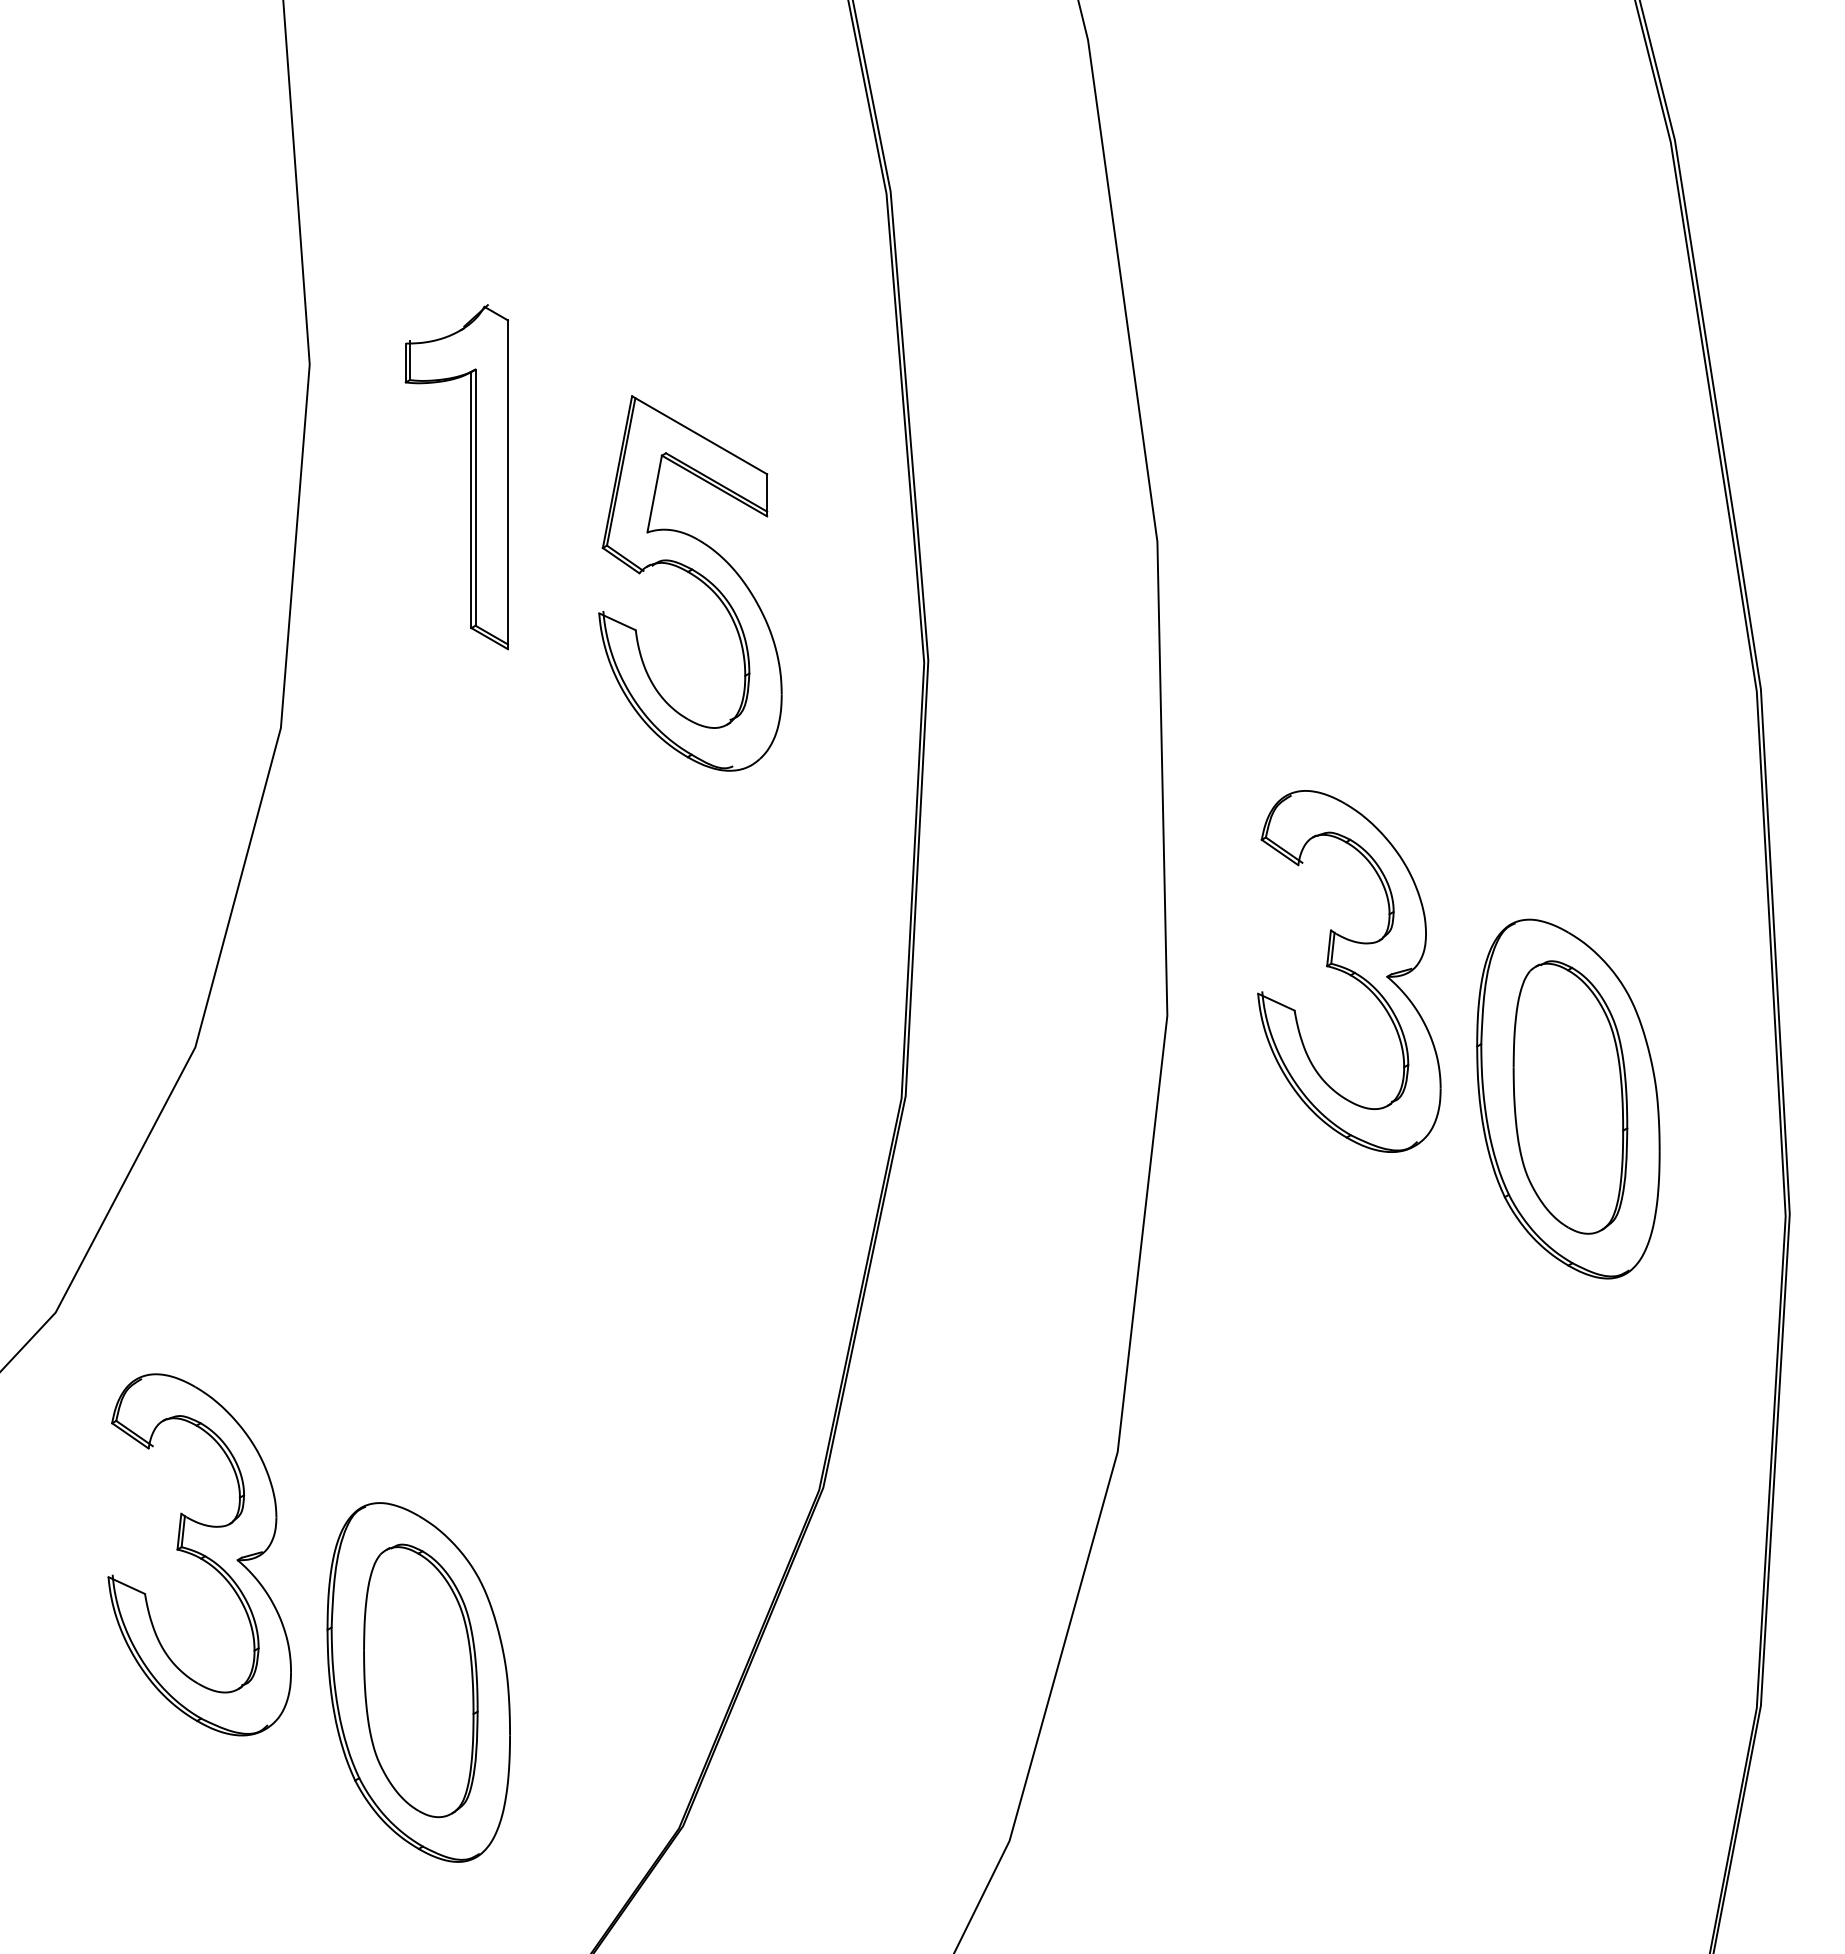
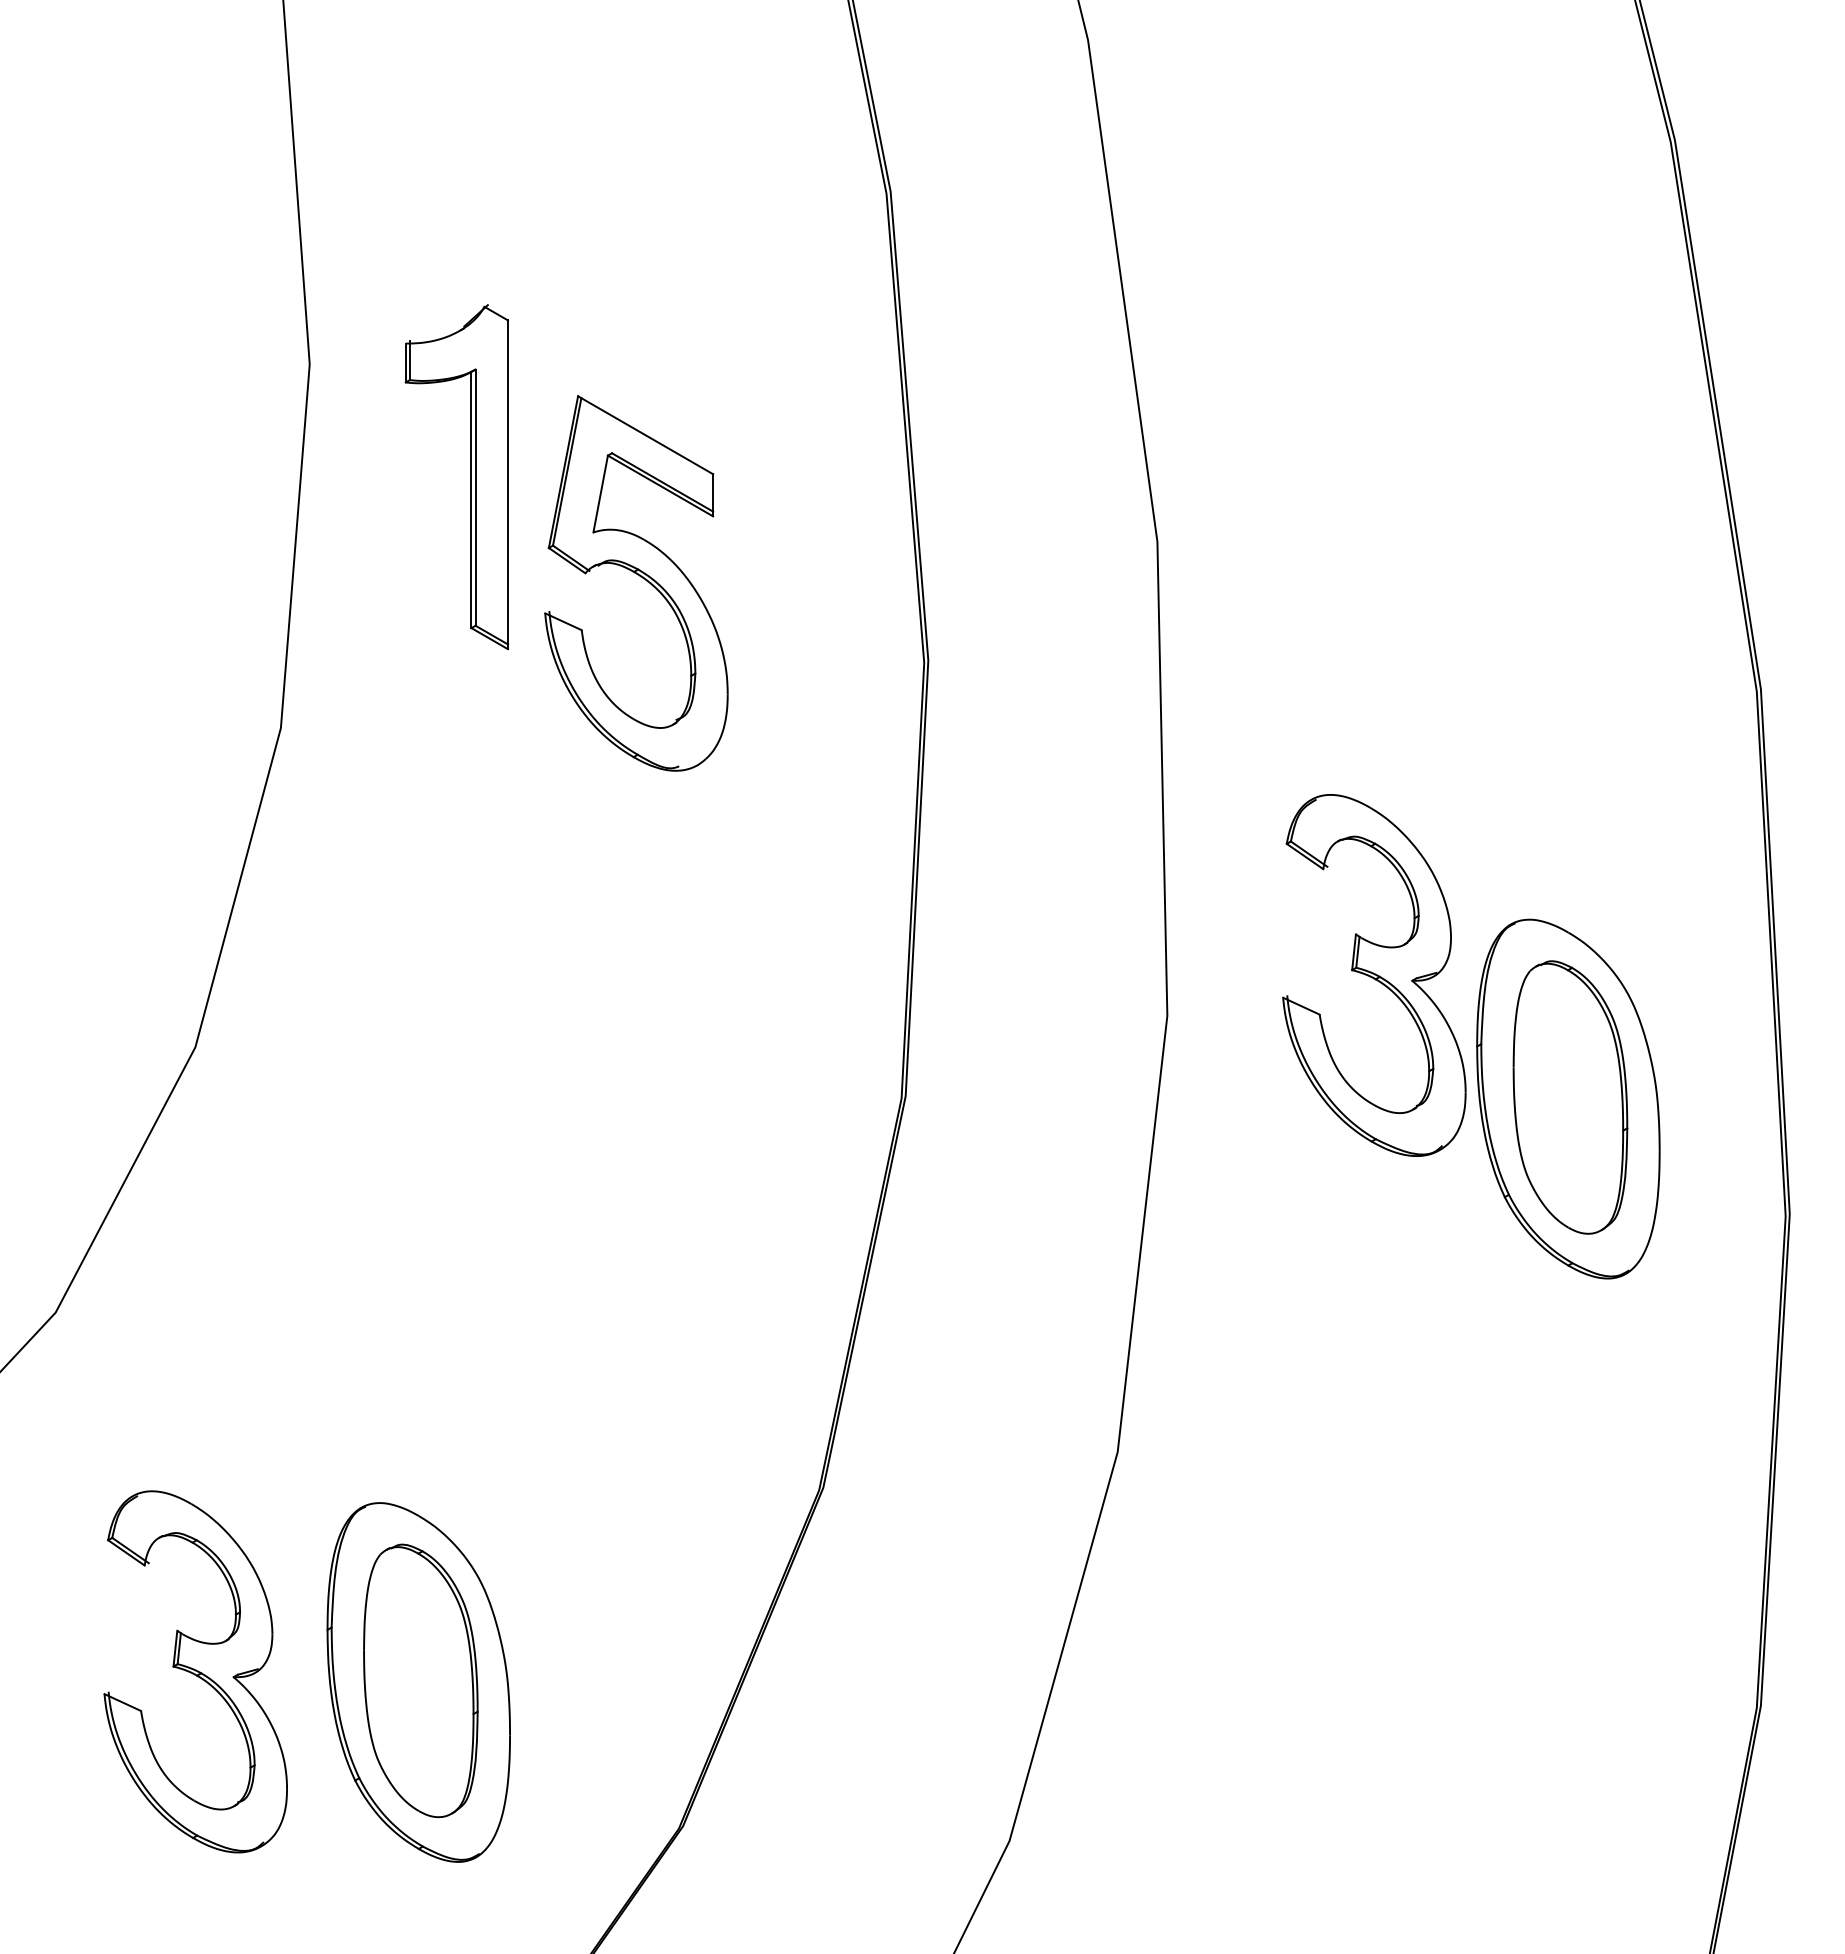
part at (693, 576) position: (693, 576) -> (639, 576)
part at (1349, 971) position: (1349, 971) -> (1374, 975)
part at (199, 1554) position: (199, 1554) -> (195, 1671)
